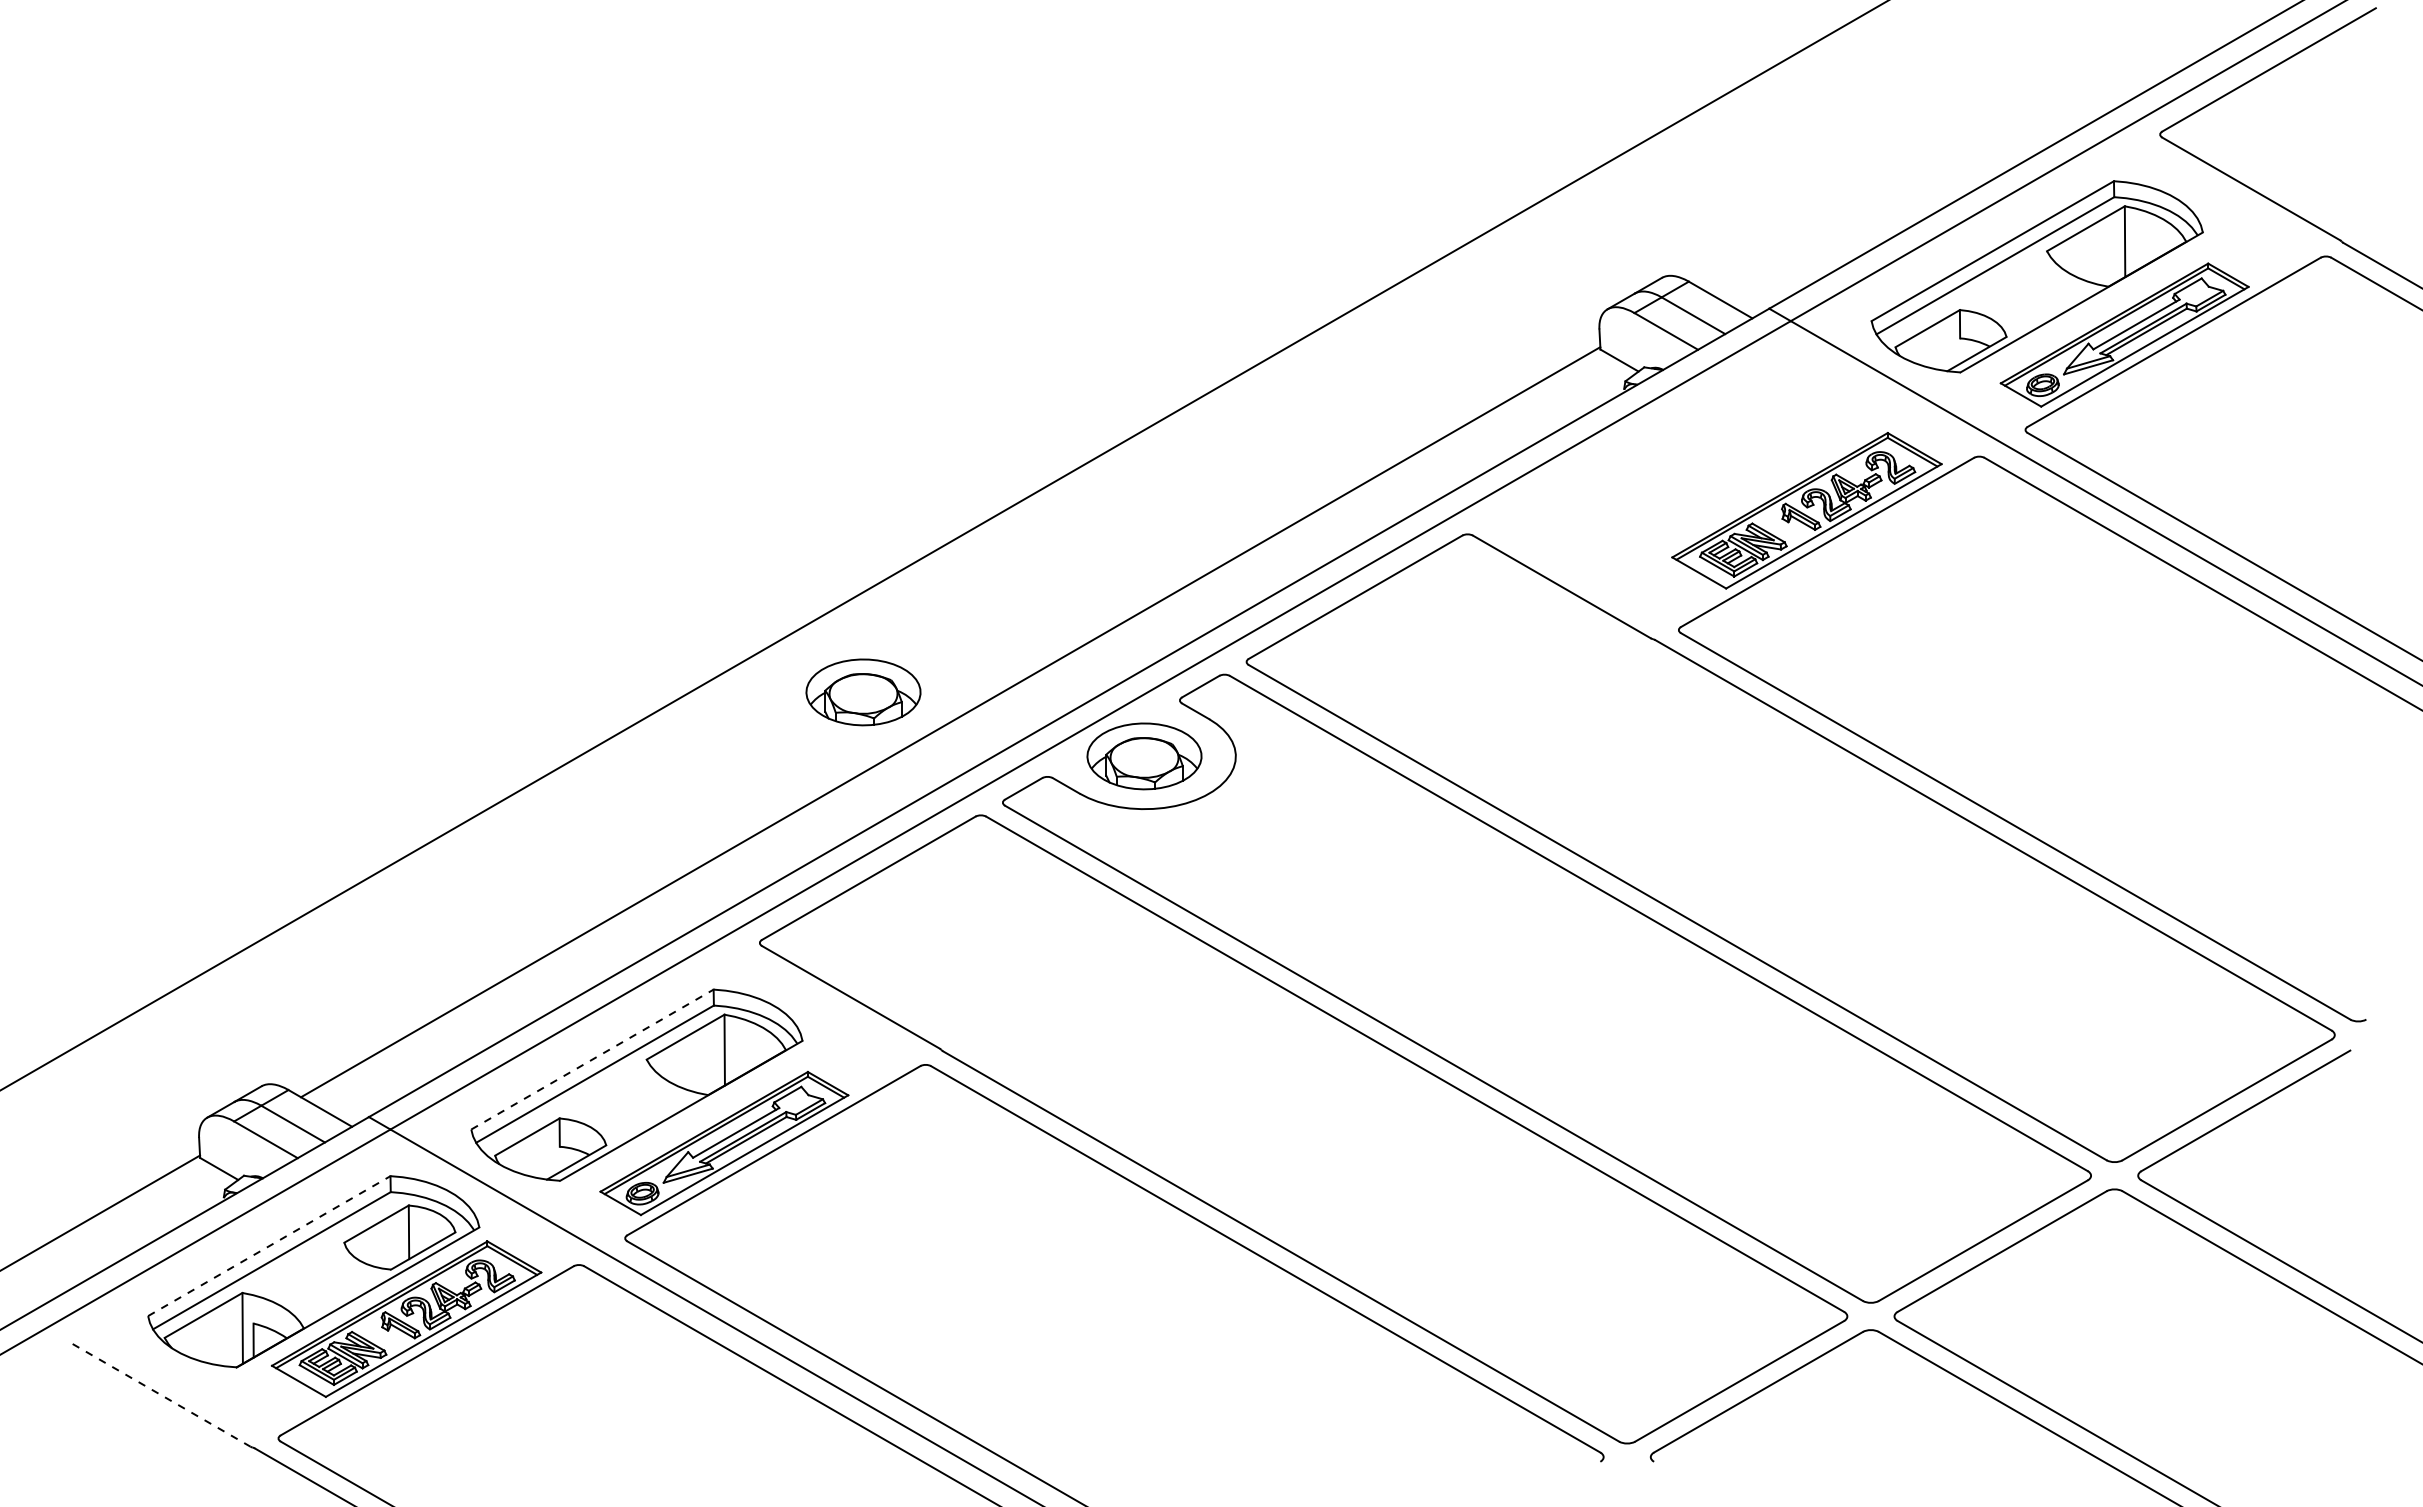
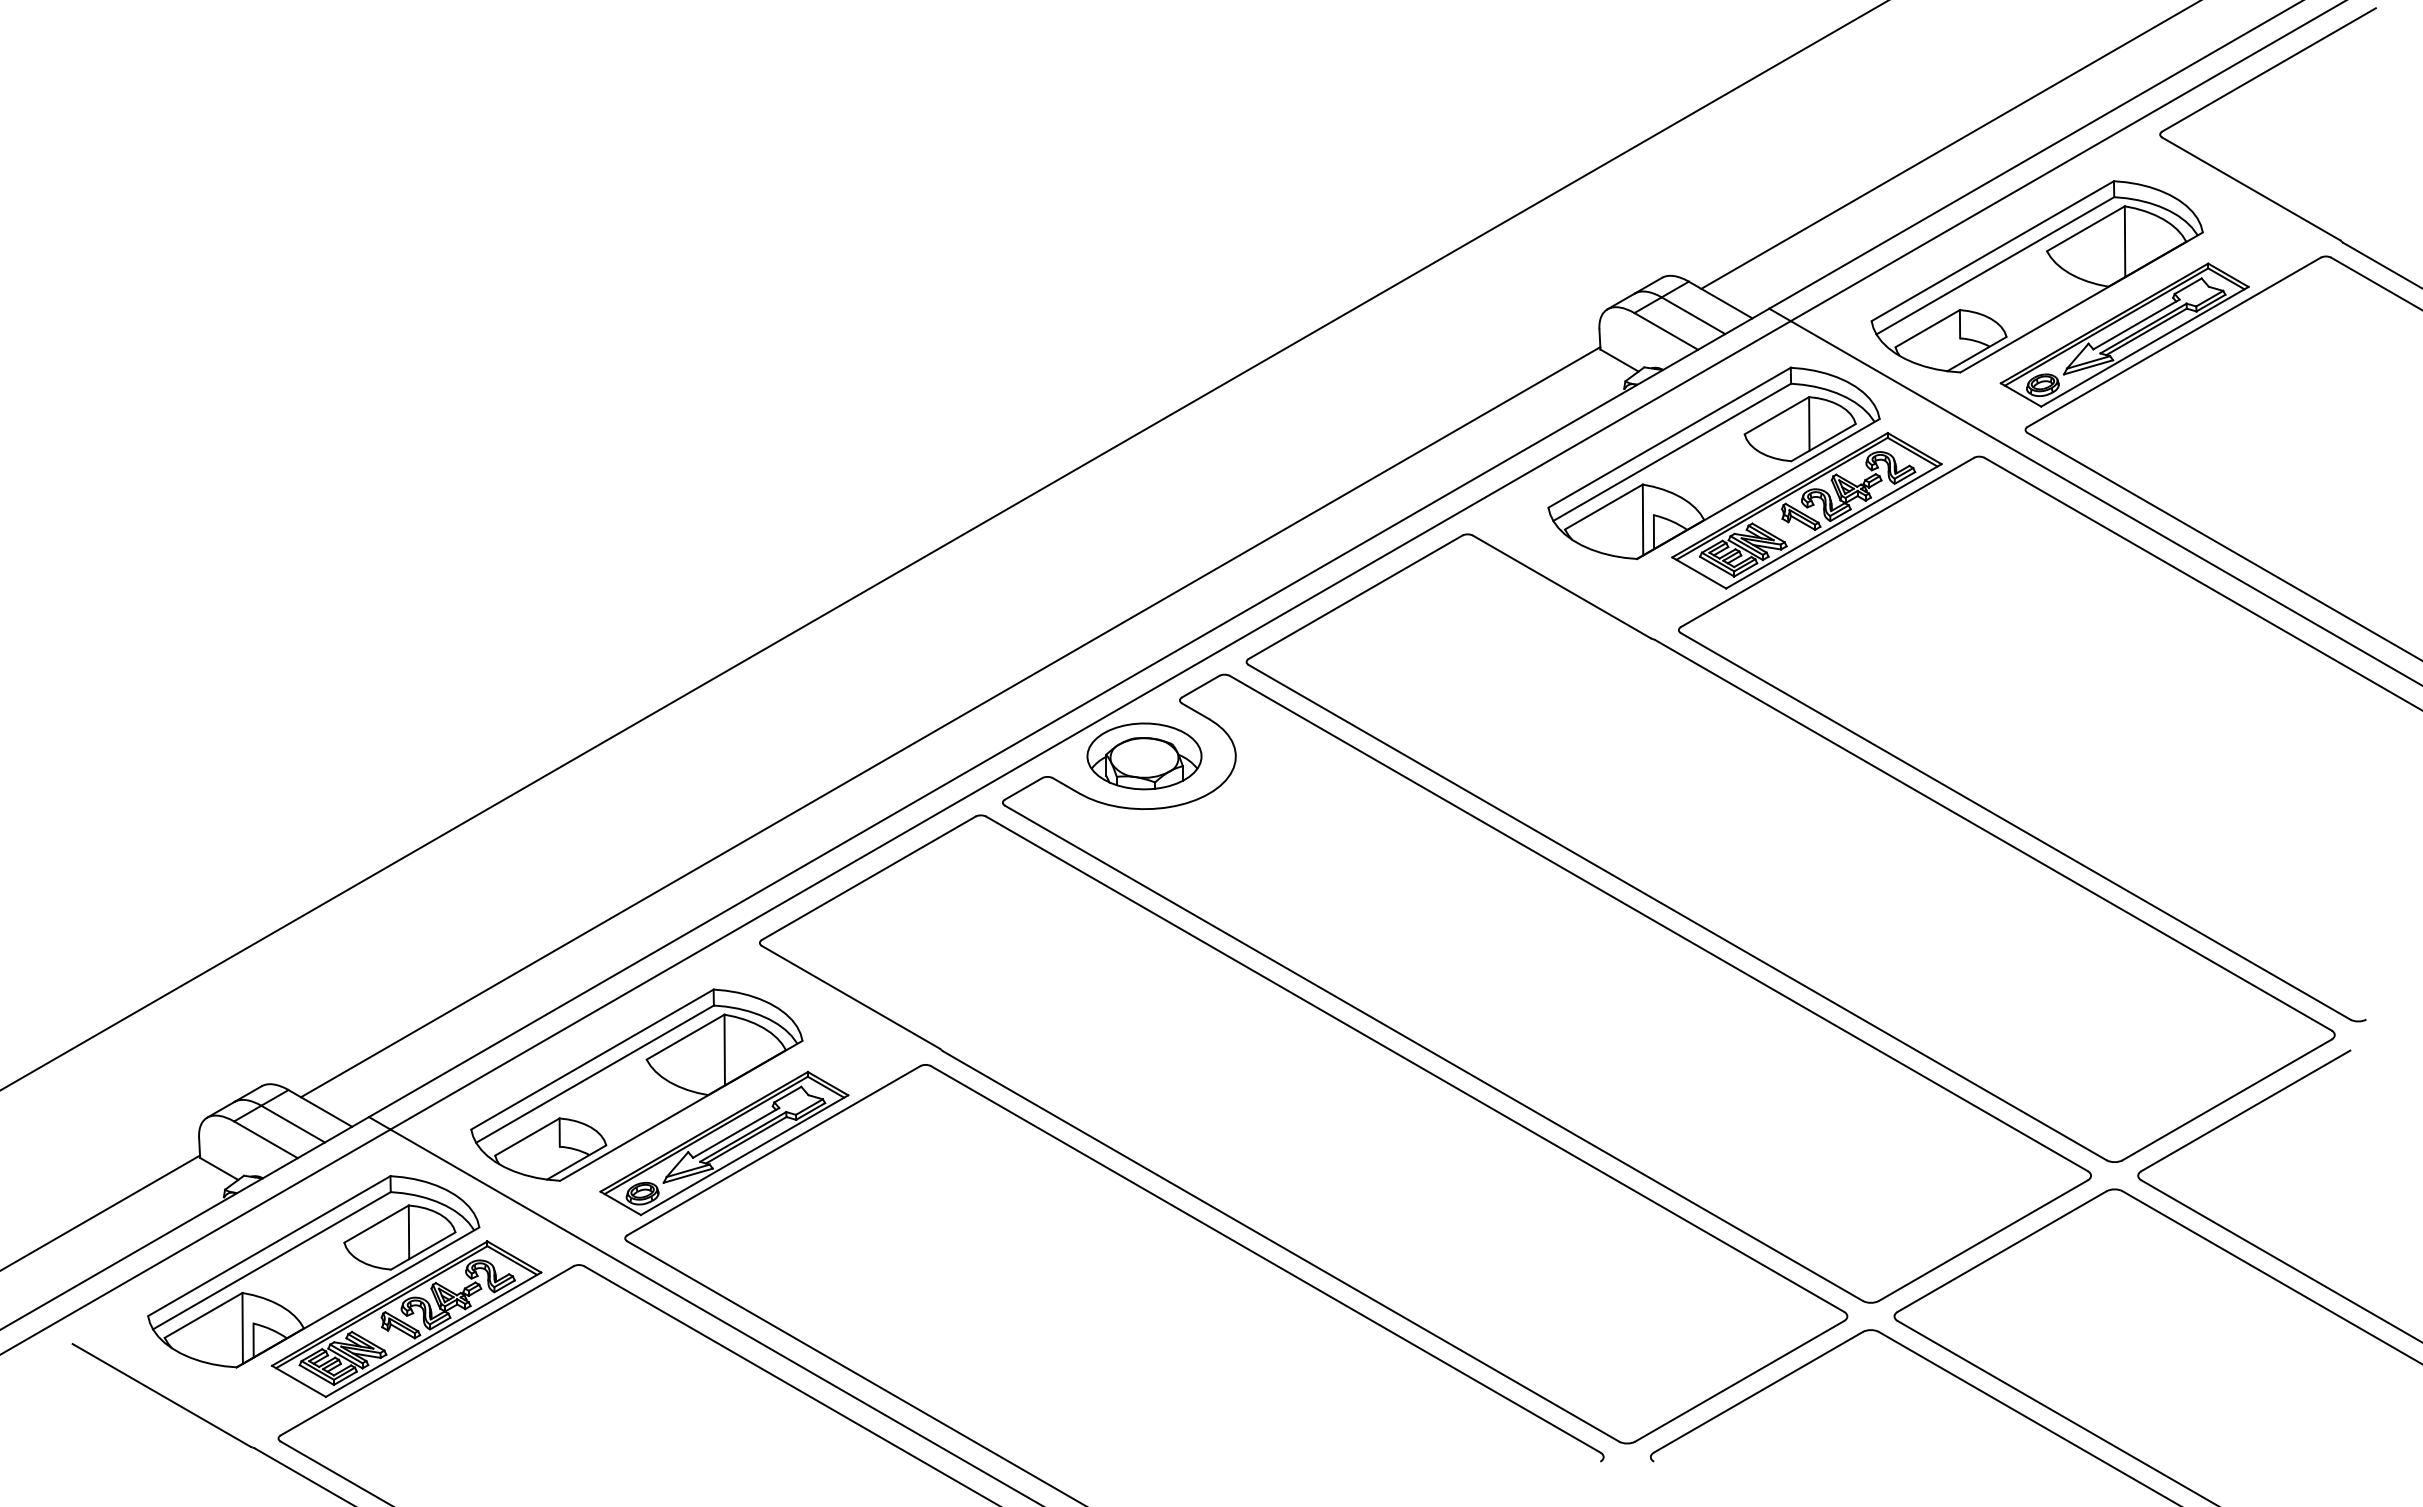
line at (1949, 145): none -> present
part at (1713, 463): none -> present
part at (863, 692): present -> none
line at (592, 1059): dashed -> solid
line at (269, 1246): dashed -> solid
line at (161, 1395): dashed -> solid
